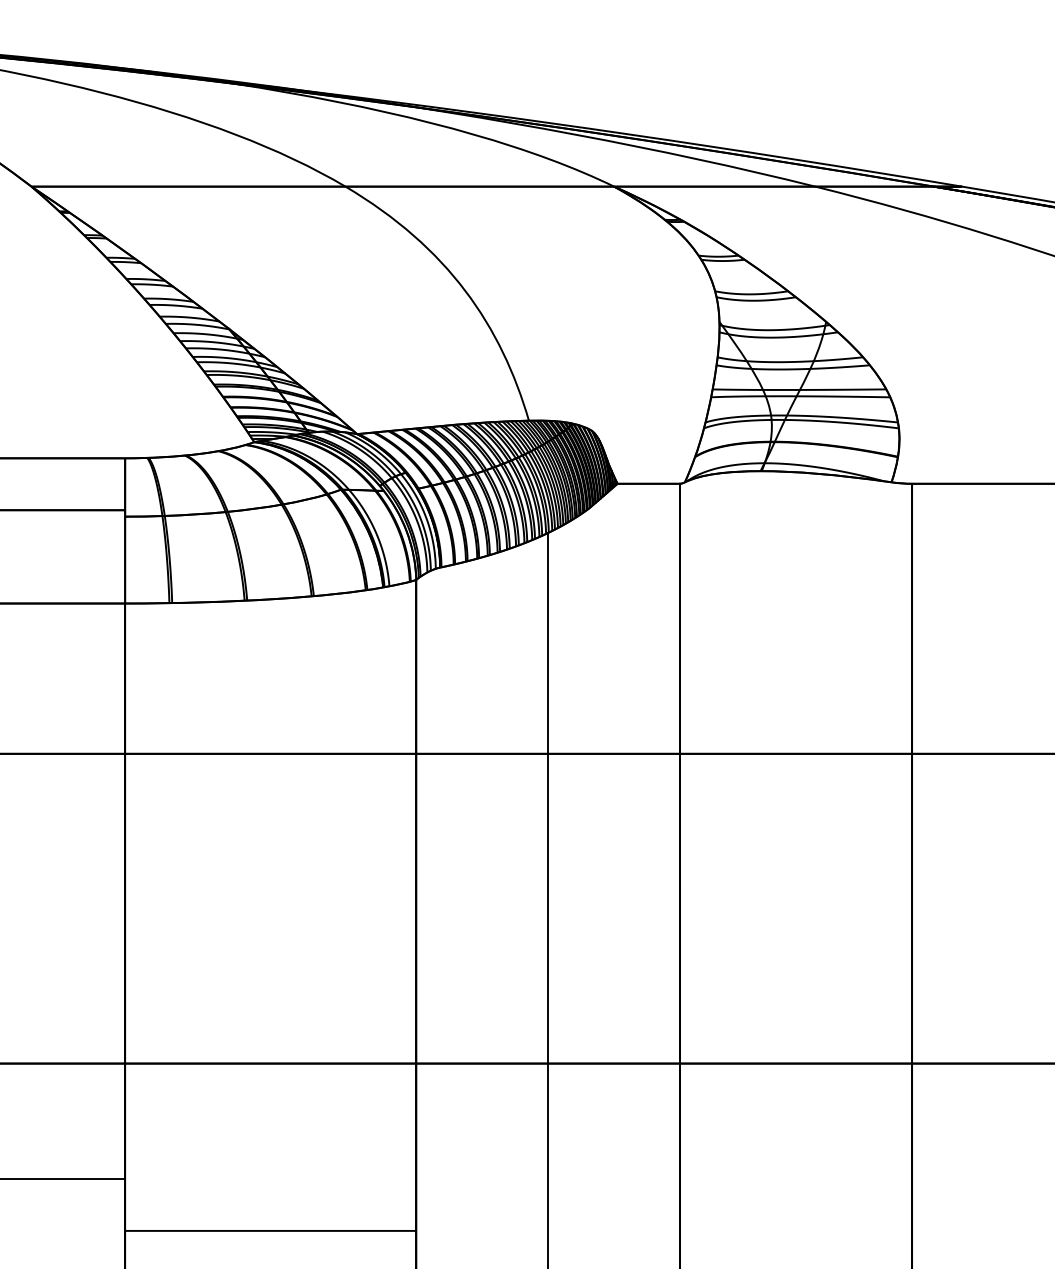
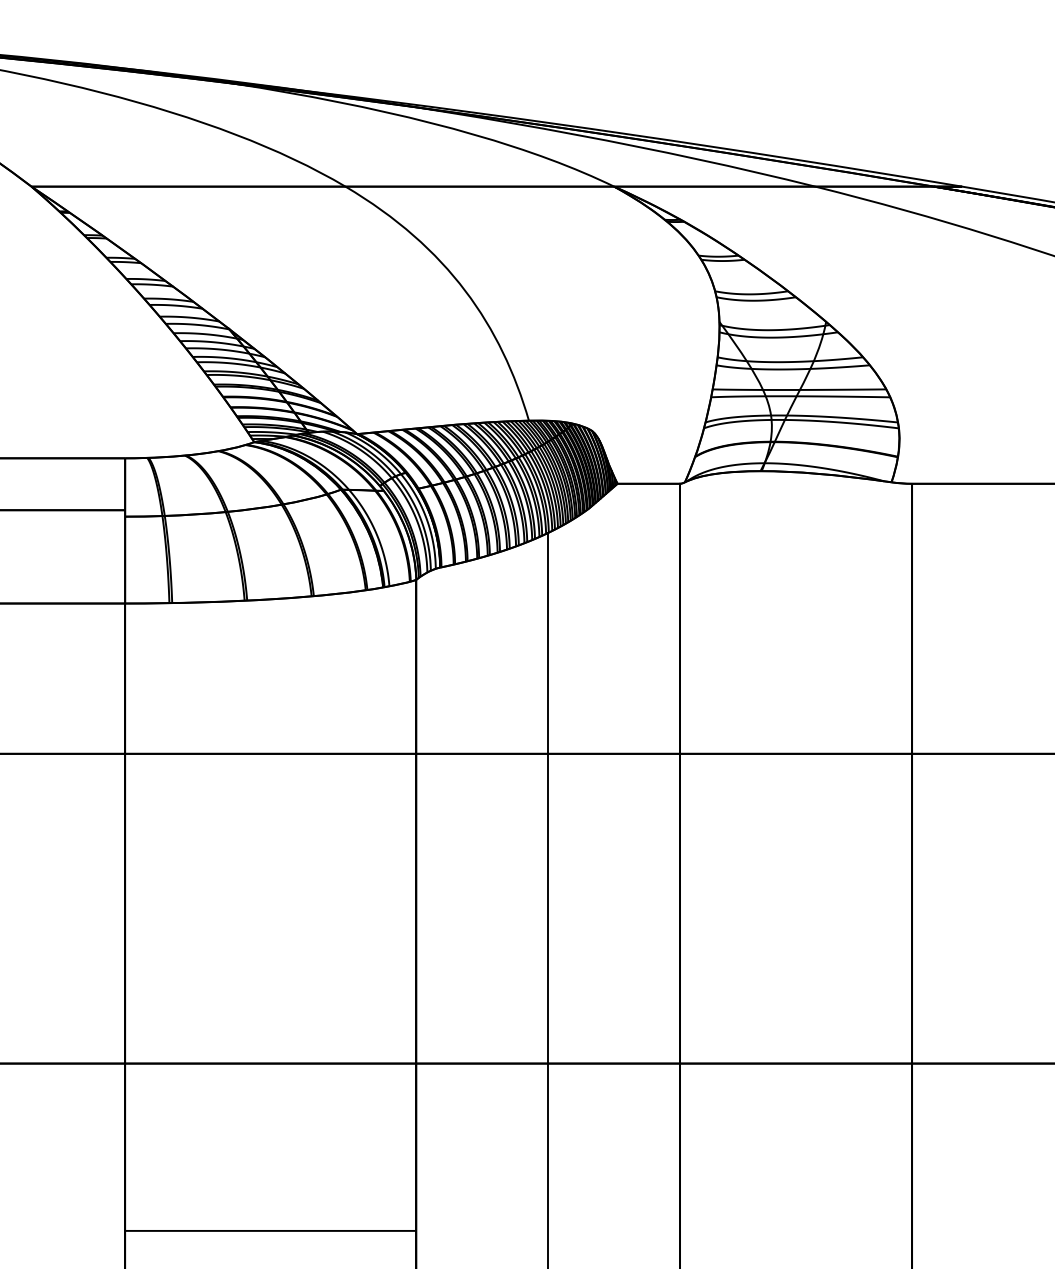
line at (63, 1179): present -> none
